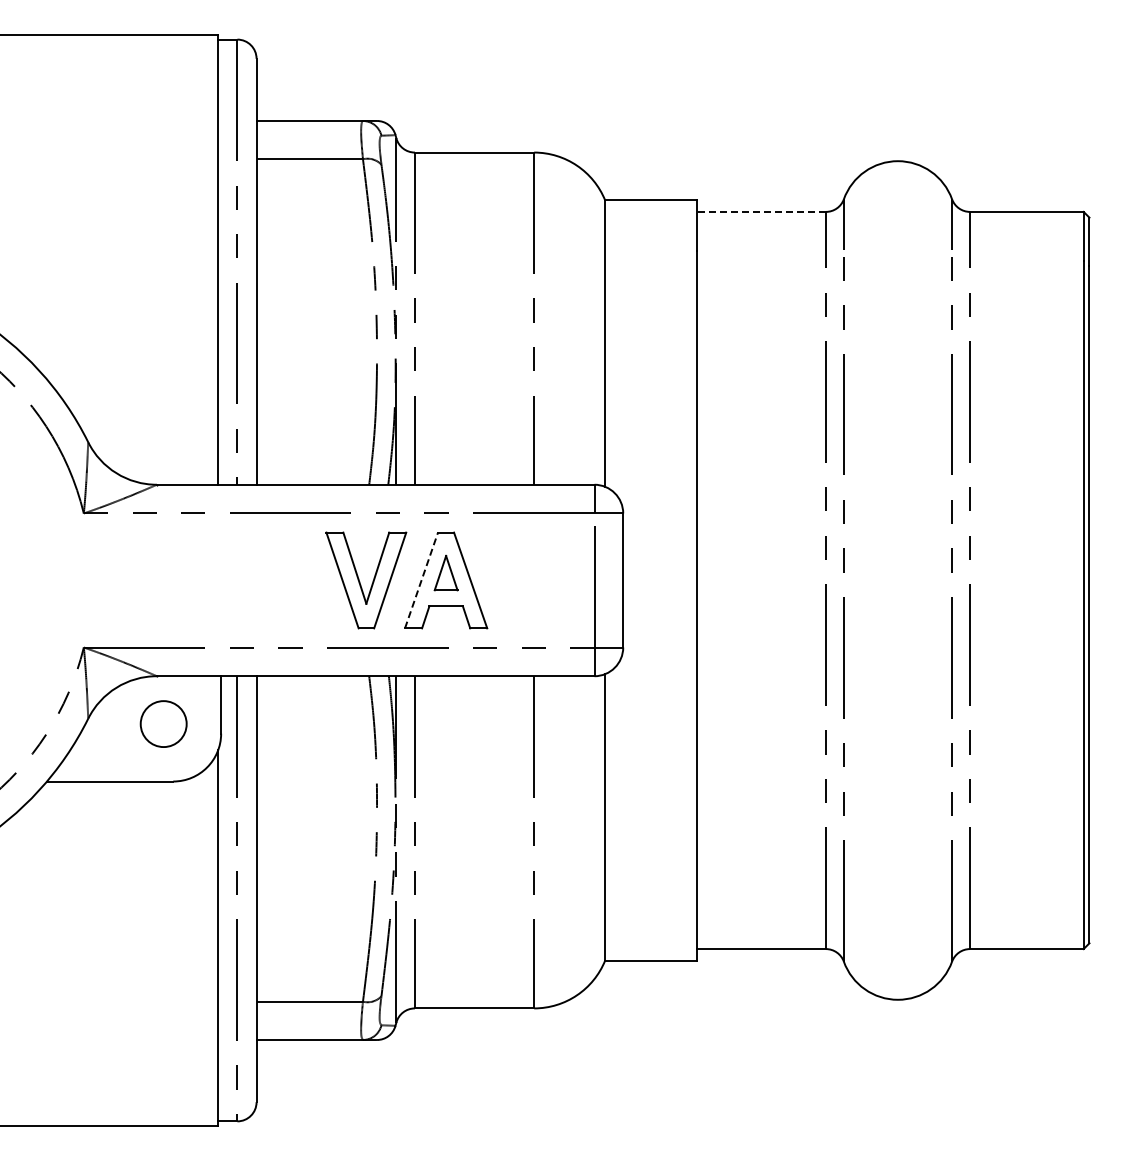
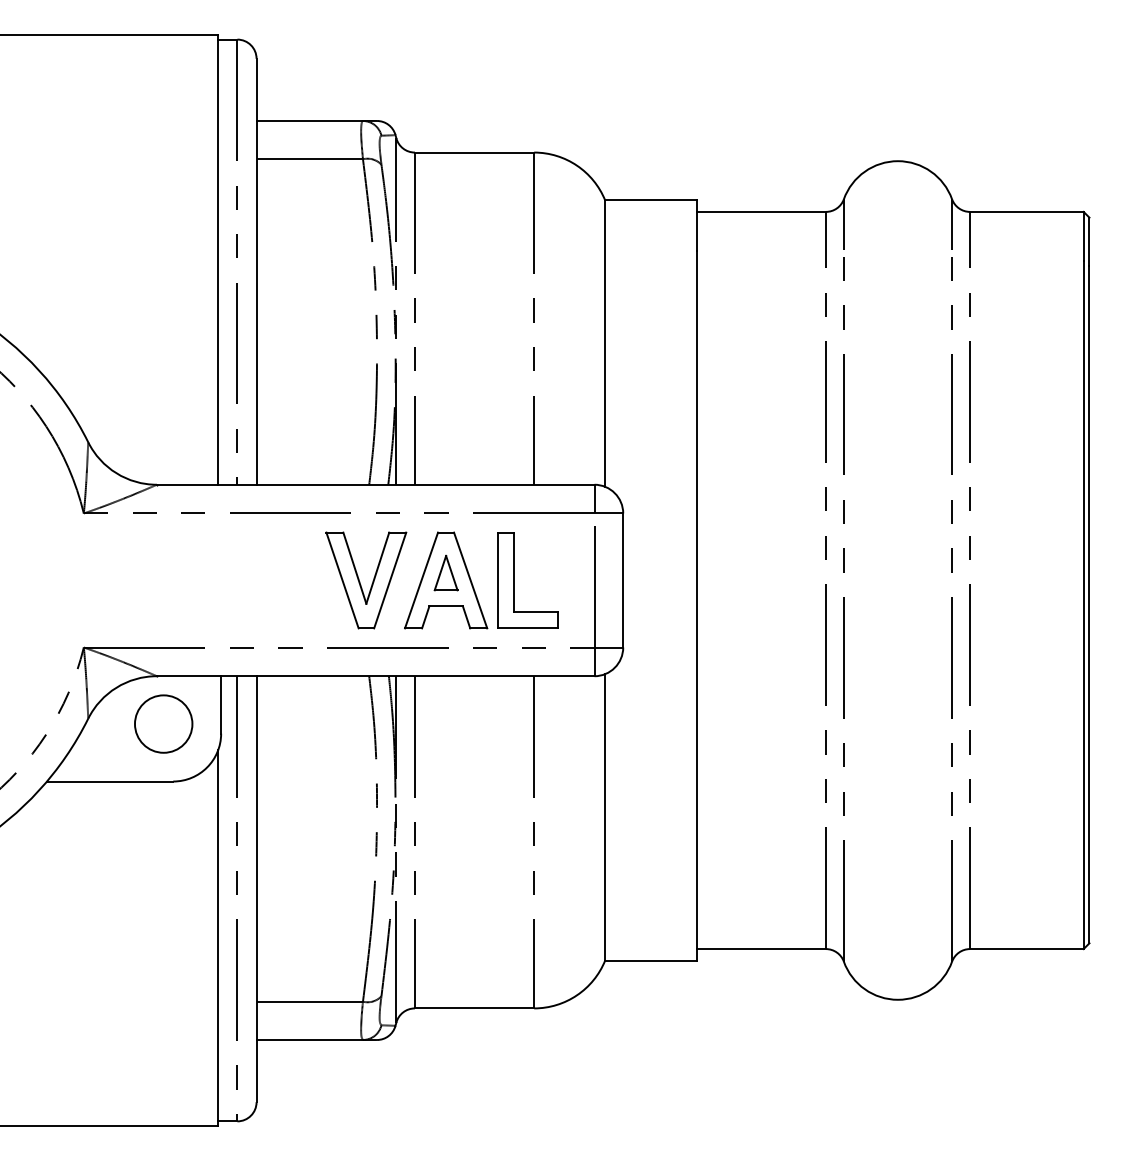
line at (760, 211): dashed -> solid
line at (421, 580): dashed -> solid
part at (514, 580): none -> present
circle at (163, 724) diameter: 46 px -> 57 px
